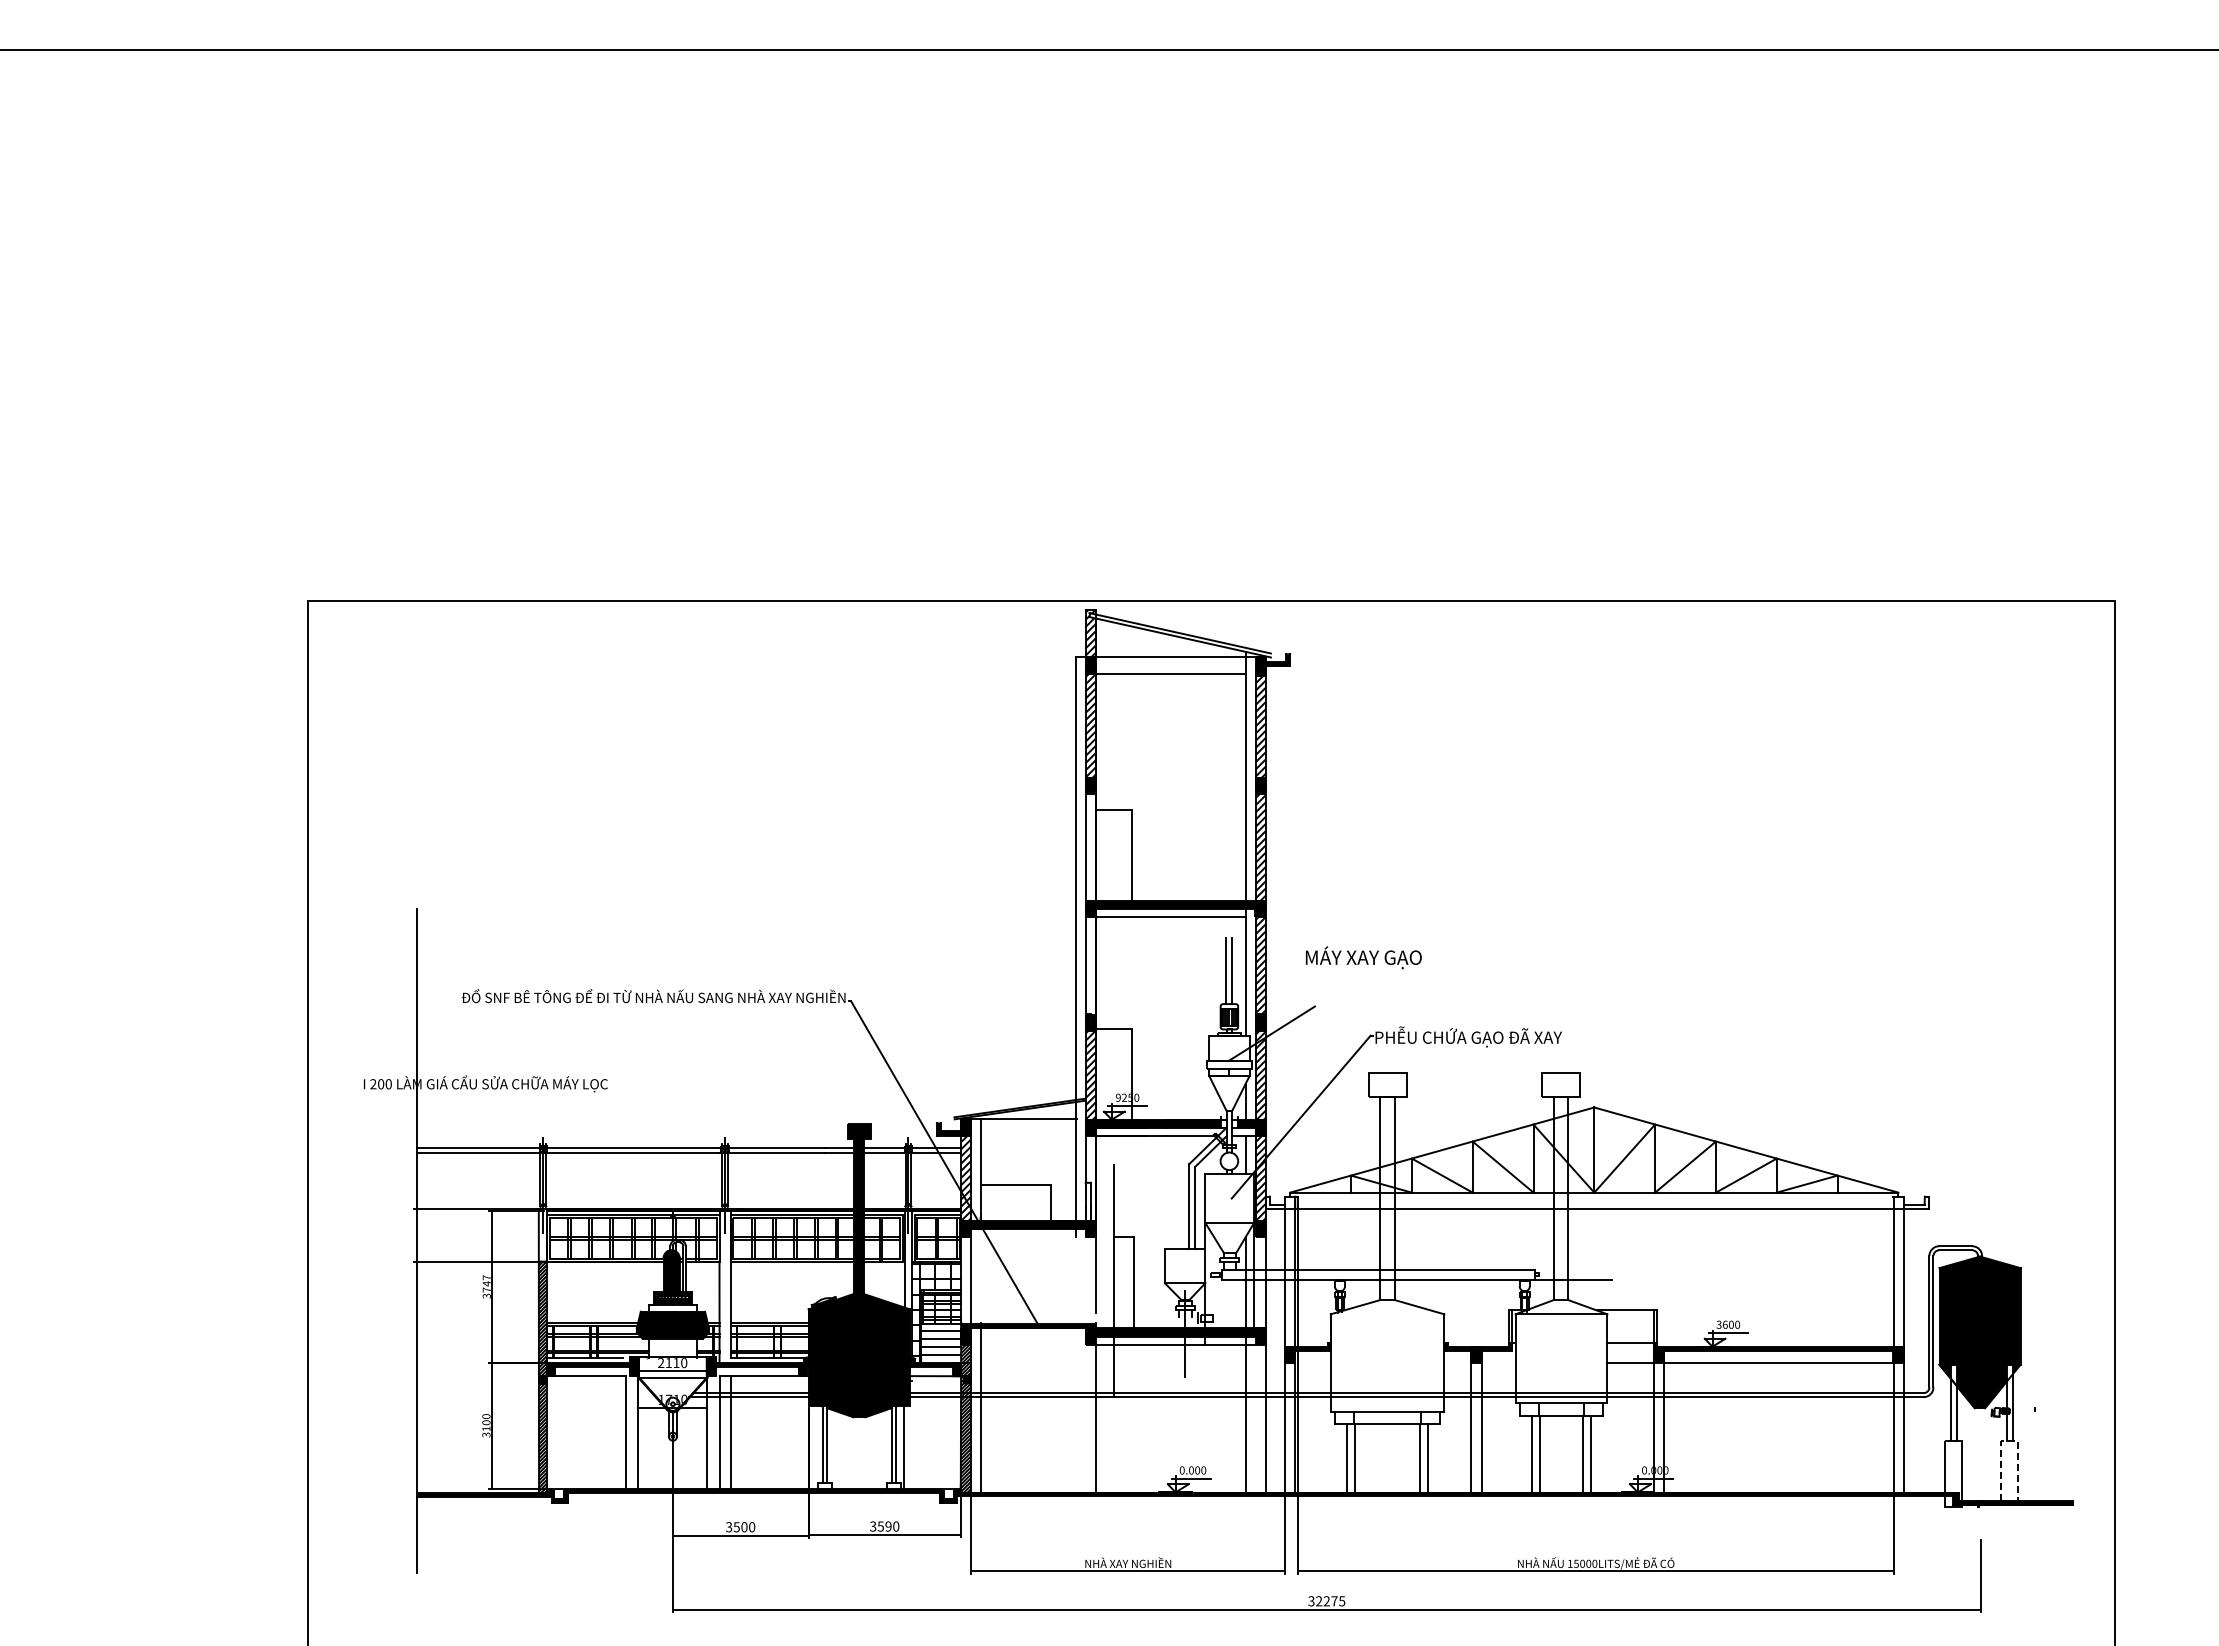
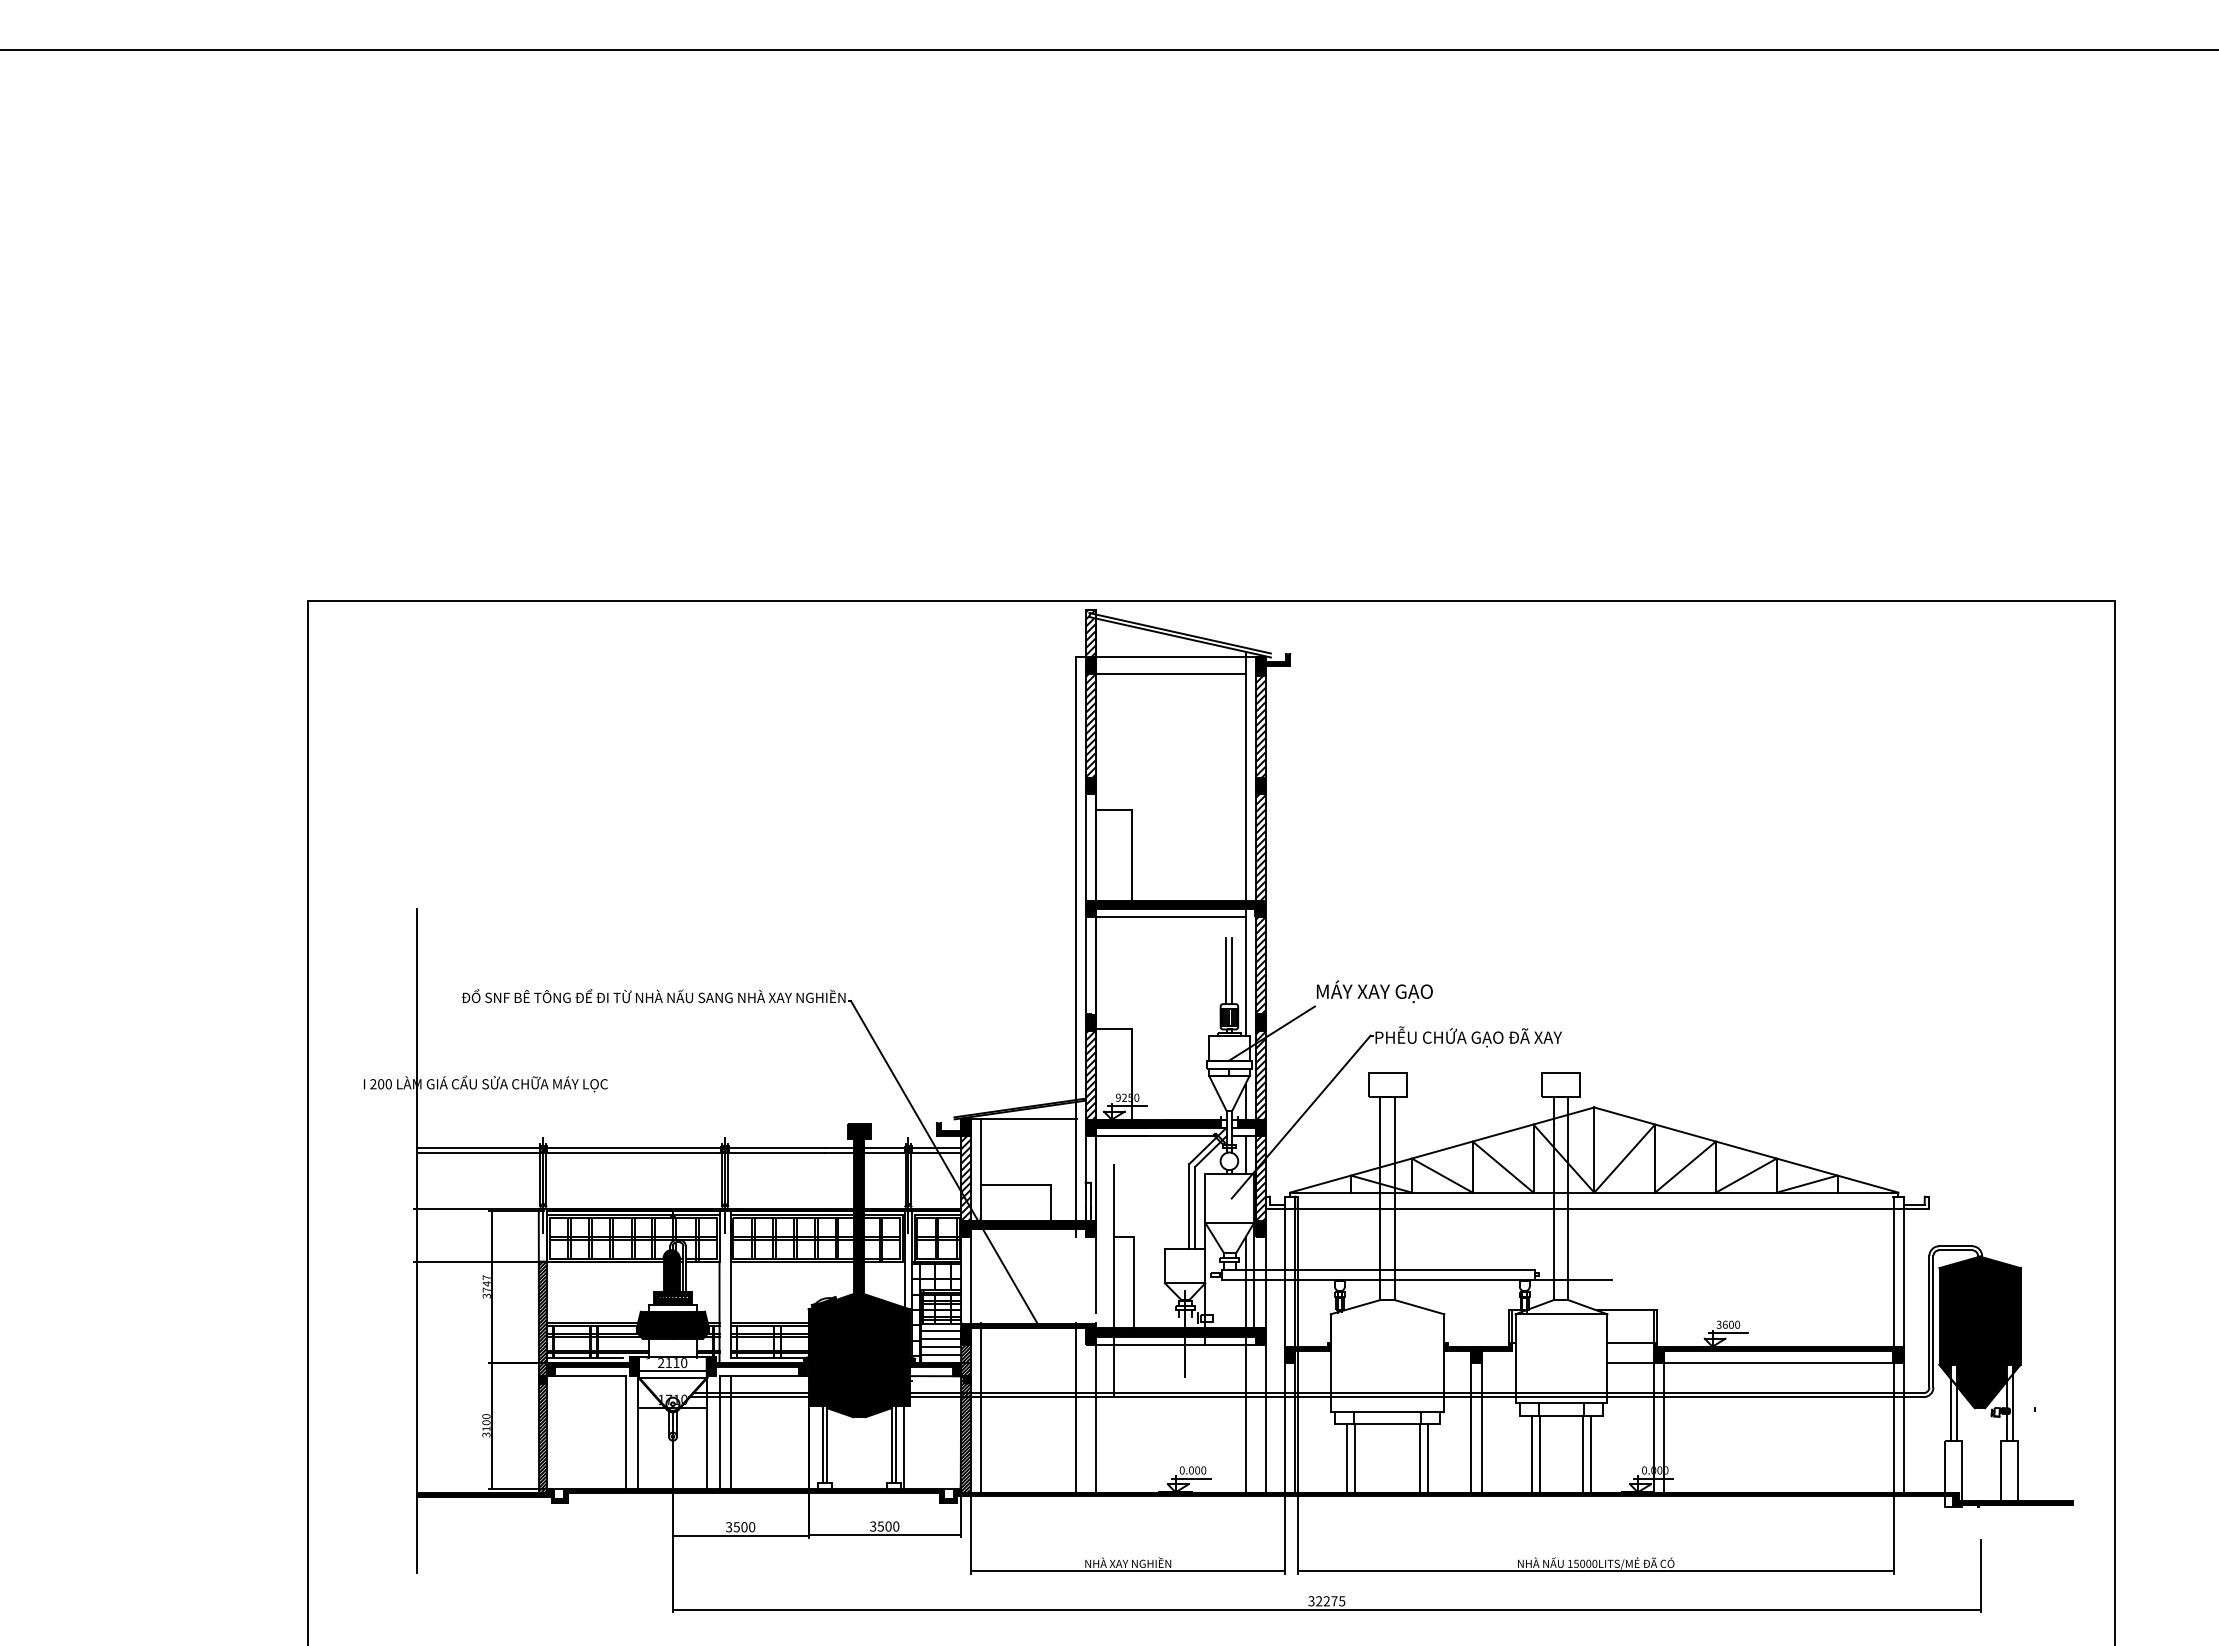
text at (1363, 957) position: (1363, 957) -> (1374, 991)
line at (1075, 1407): none -> present
line at (2009, 1441): dashed -> solid
text at (888, 1526): 3590 -> 3500
